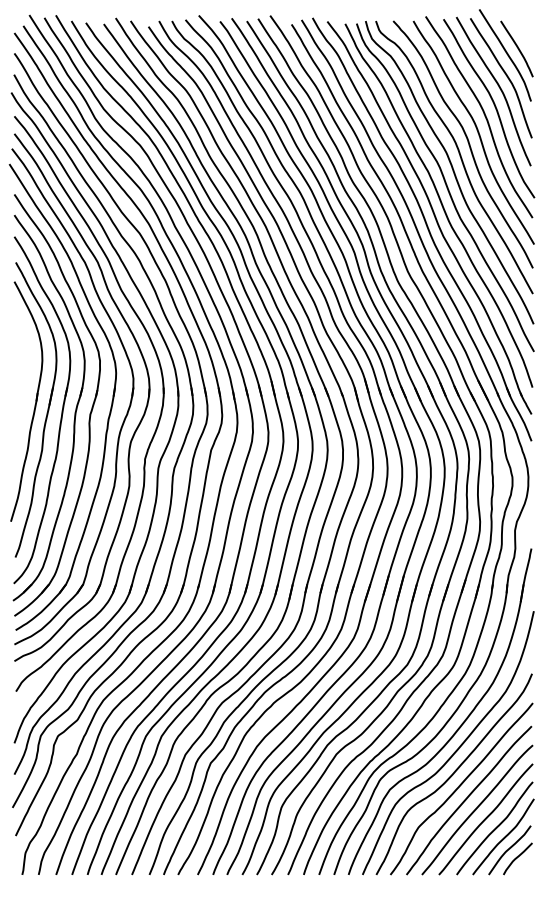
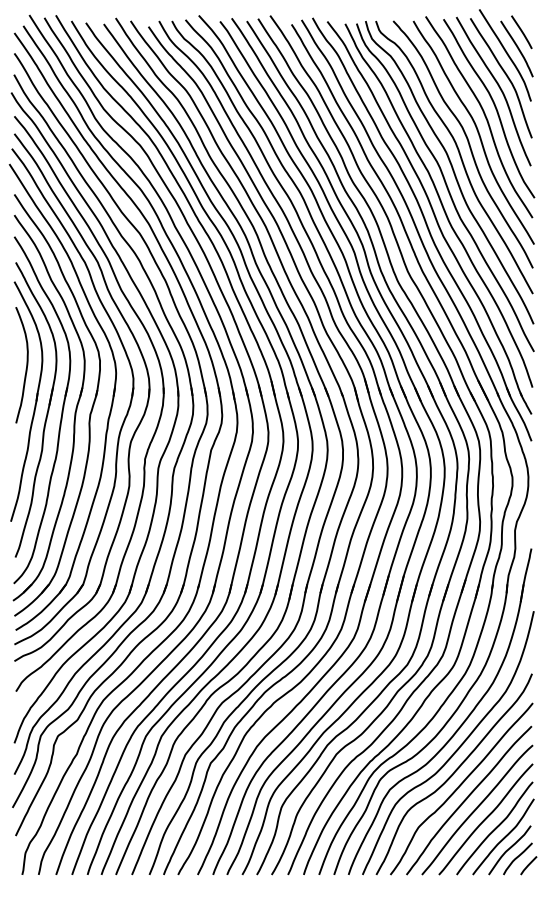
line at (521, 32): none -> present
curve at (26, 365): none -> present
line at (528, 865): none -> present
